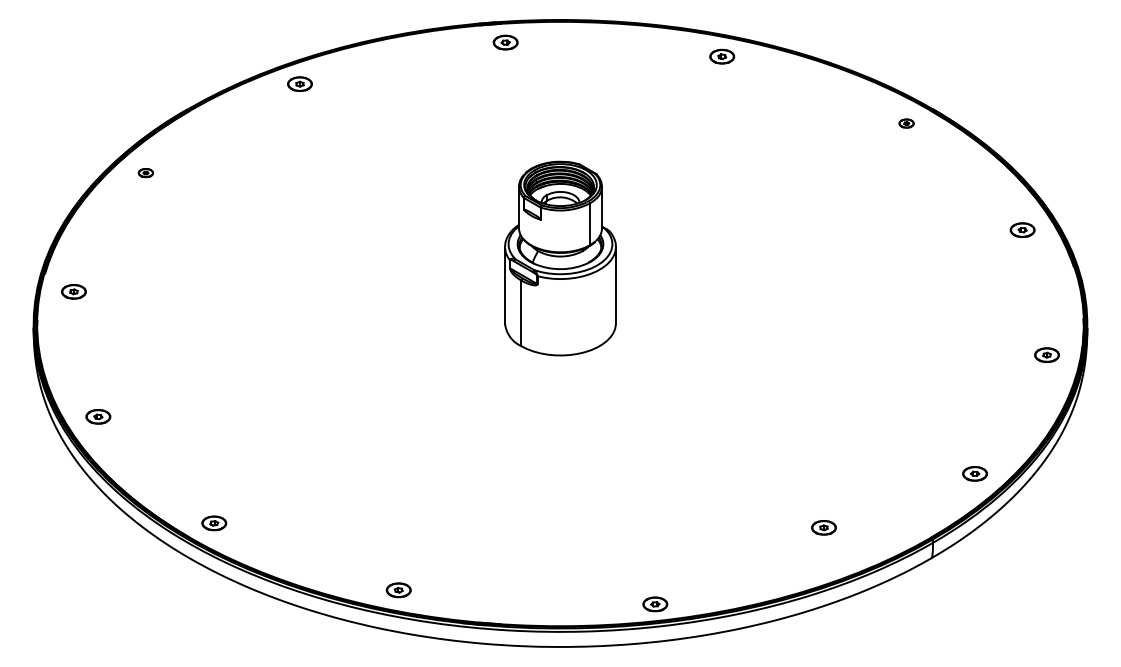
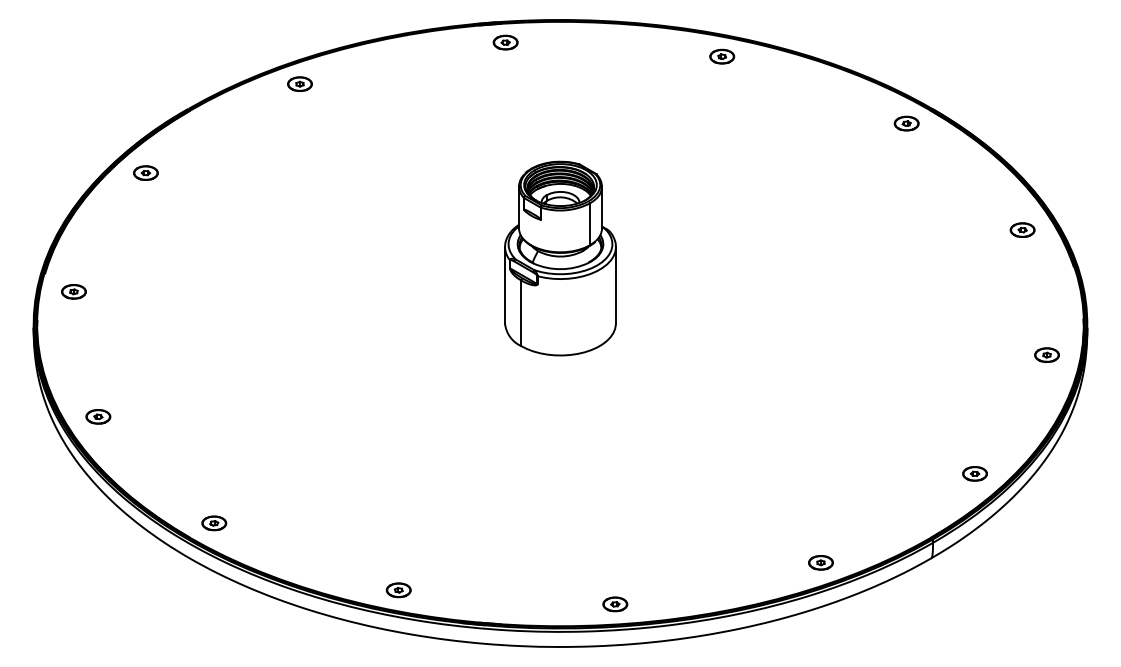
part at (906, 123) size: 17x11 px -> 27x17 px
part at (145, 173) size: 17x11 px -> 26x16 px
part at (823, 527) position: (823, 527) -> (820, 562)
part at (655, 604) position: (655, 604) -> (615, 604)
